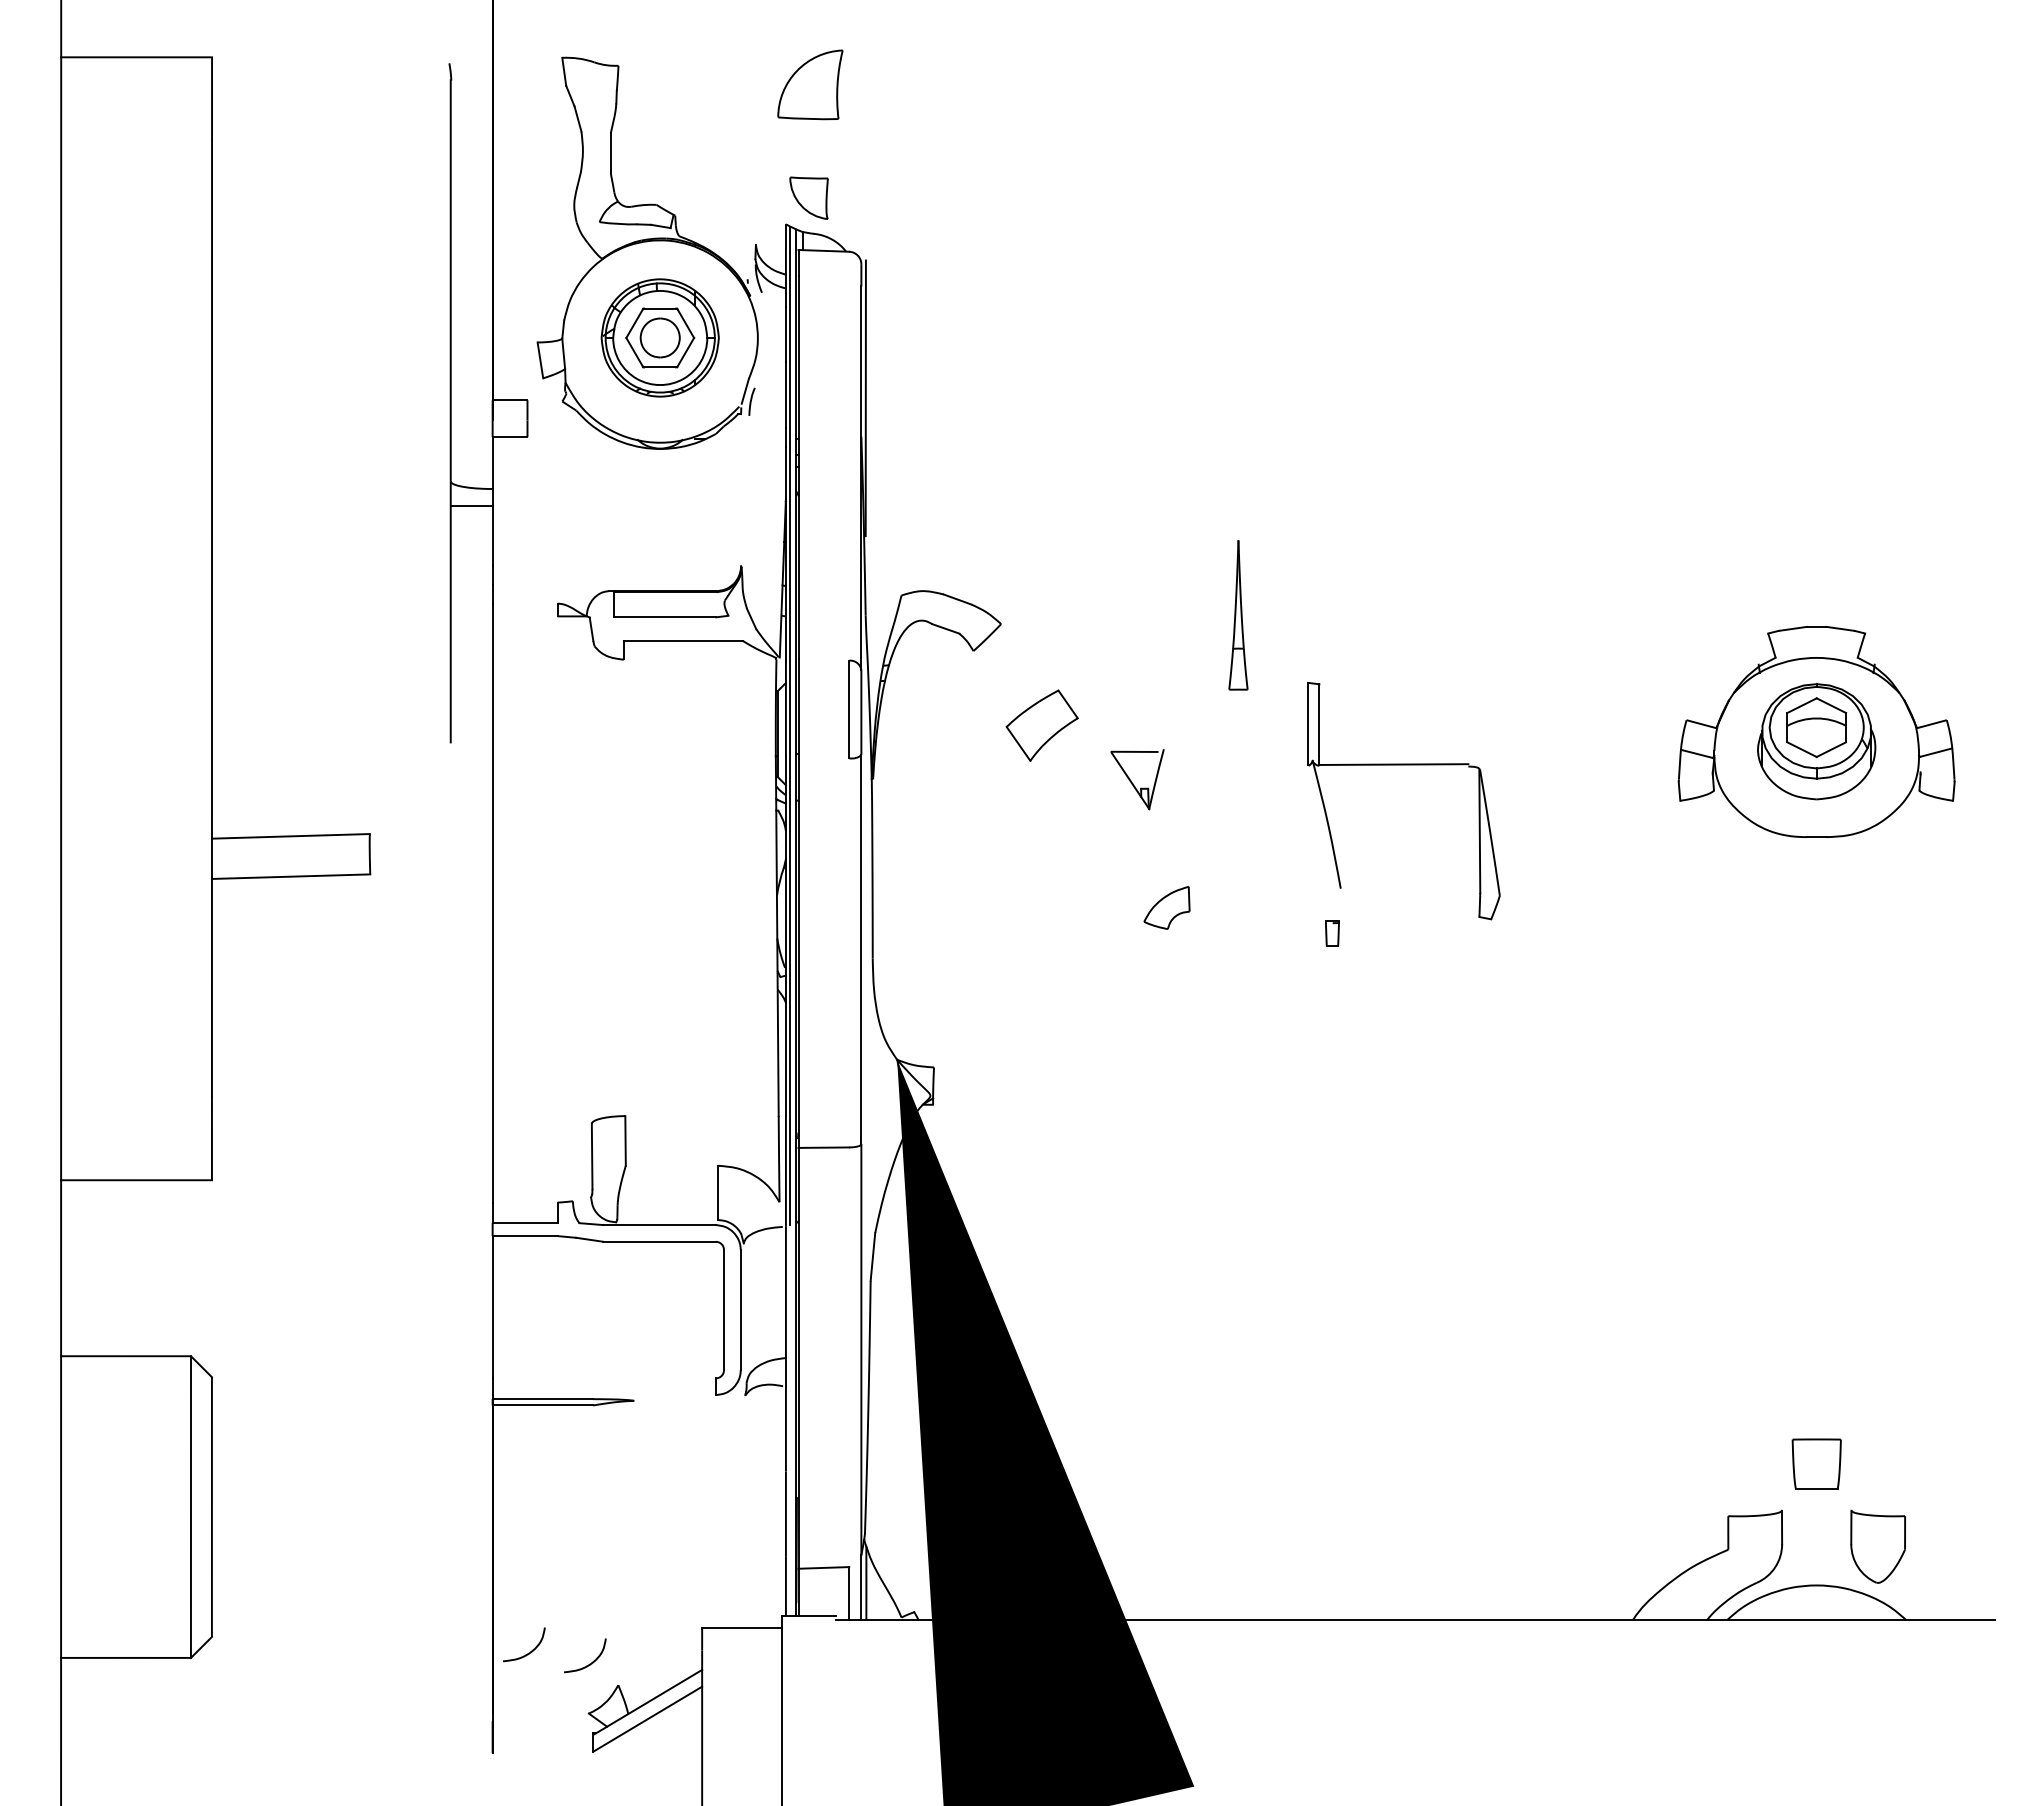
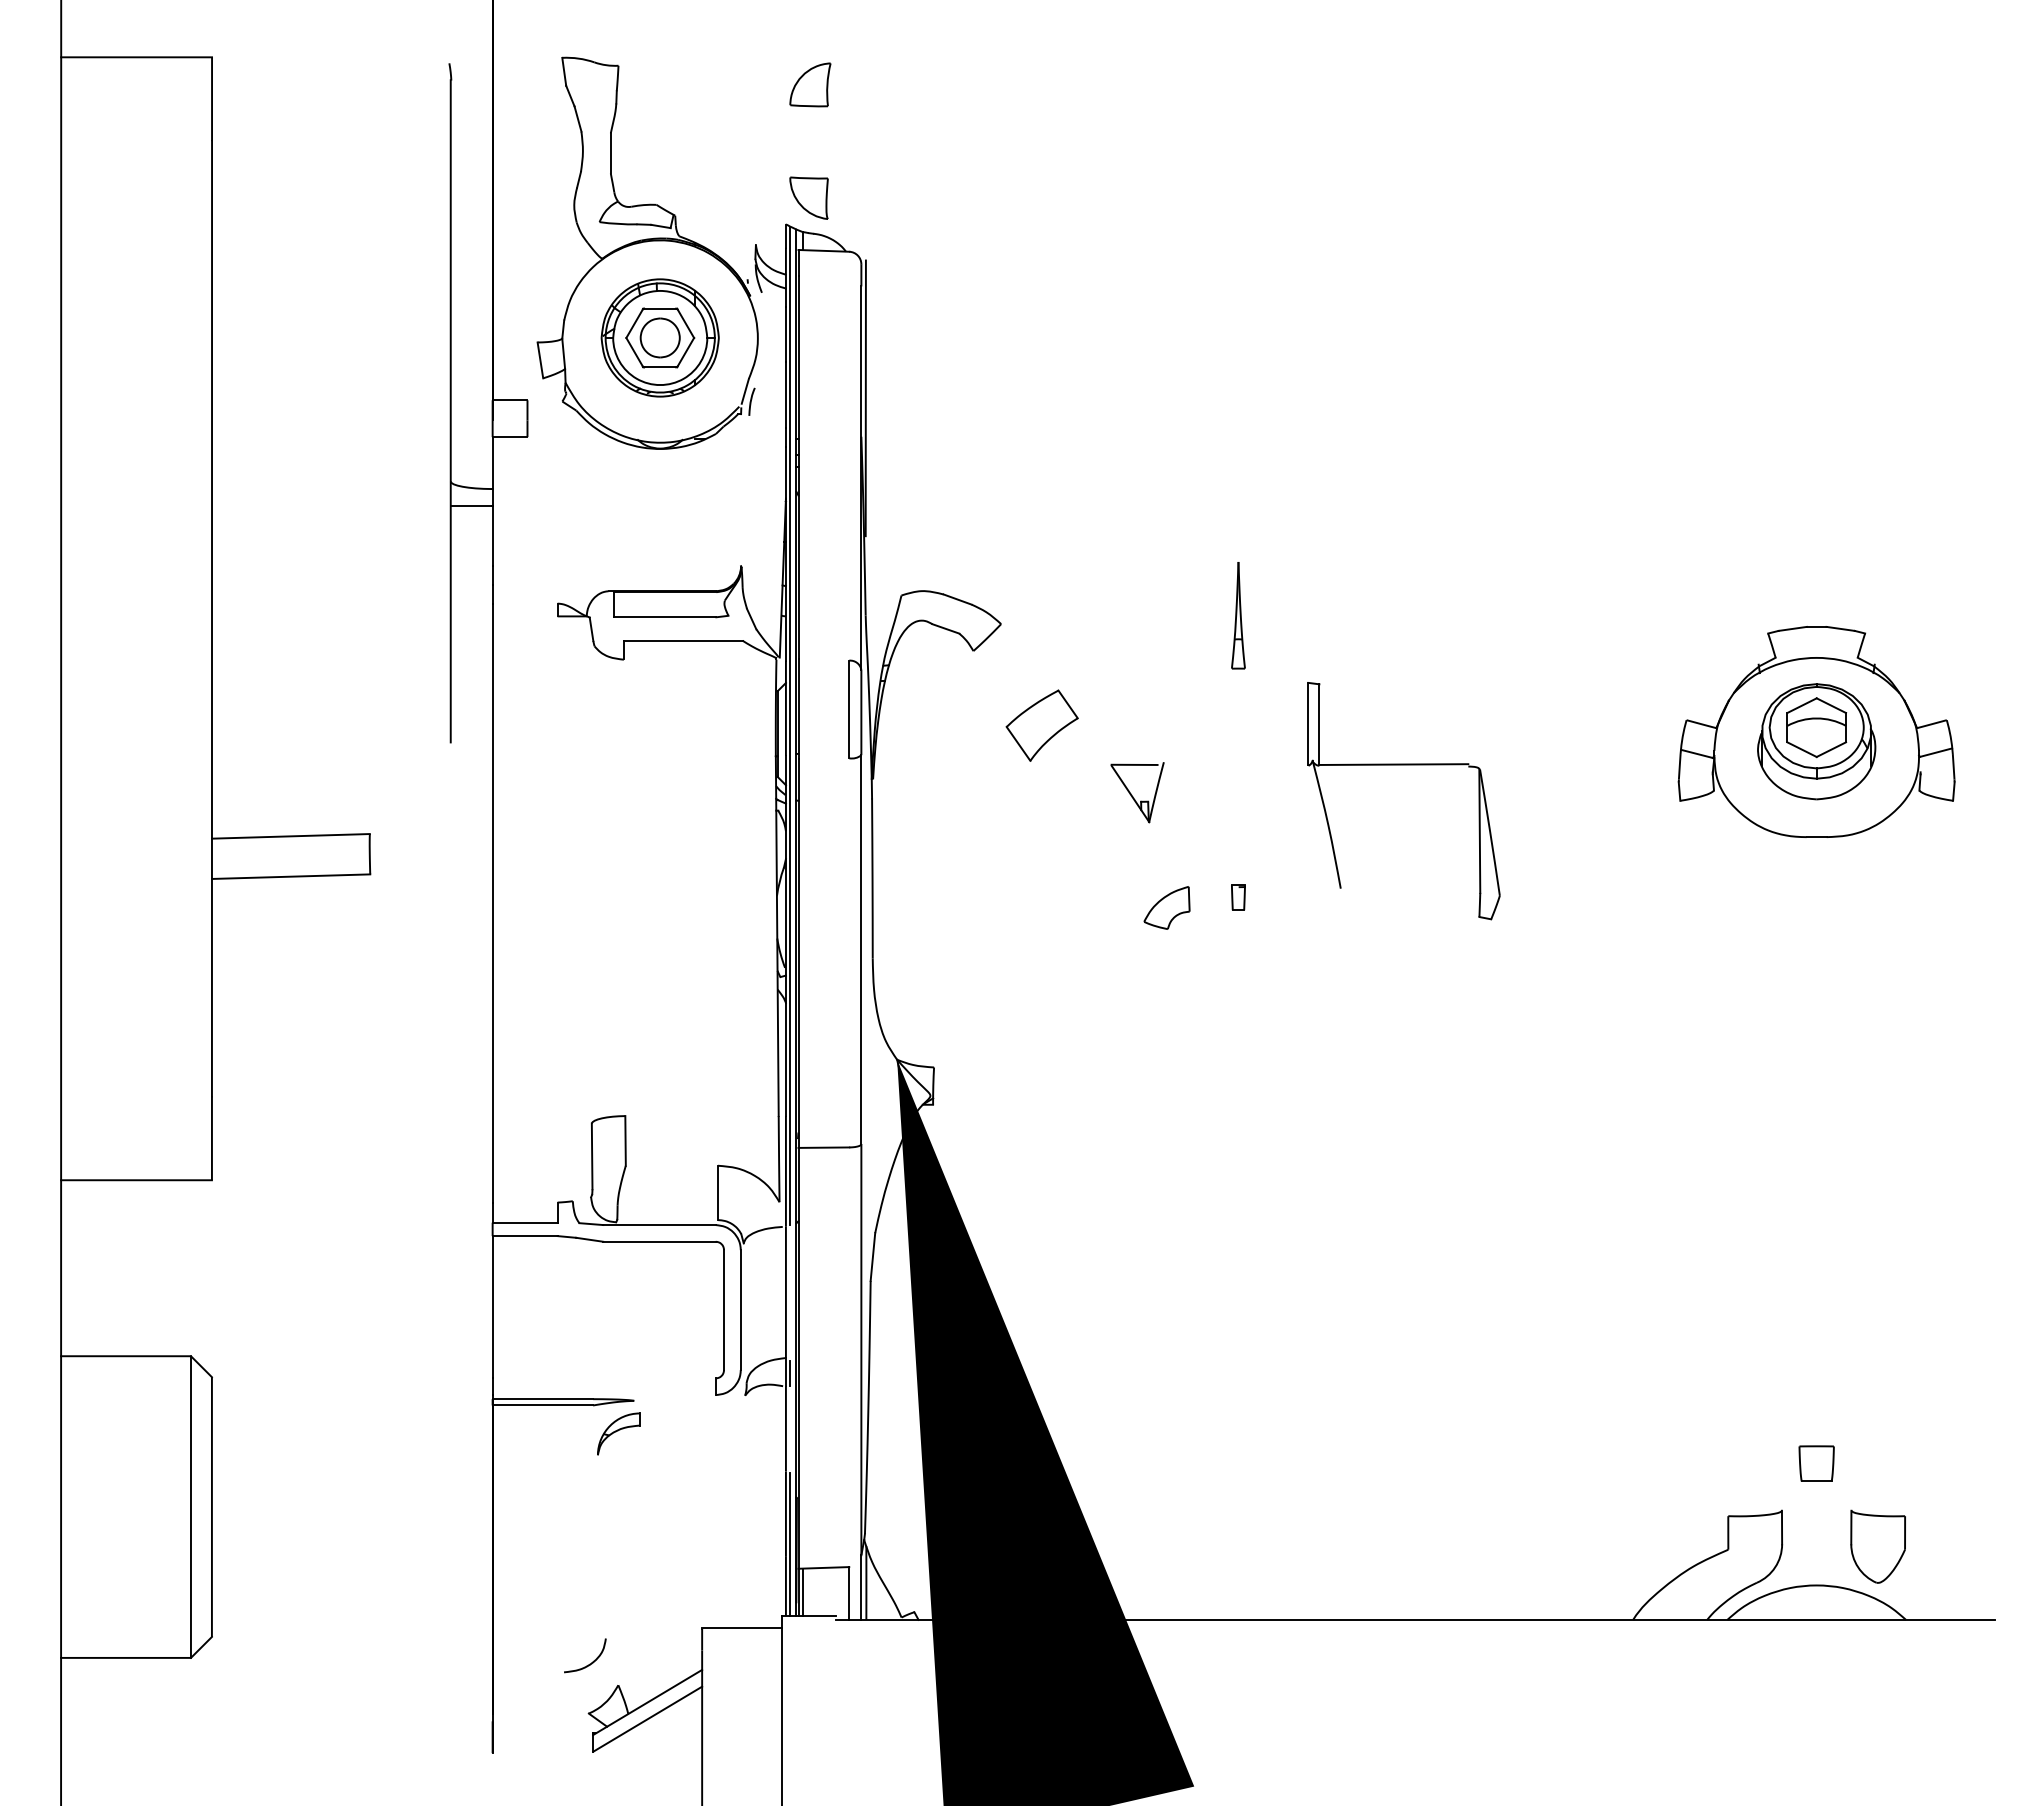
part at (810, 84) size: 67x72 px -> 43x46 px
part at (1238, 615) size: 21x151 px -> 15x108 px
part at (1137, 779) position: (1137, 779) -> (1137, 792)
part at (1332, 933) position: (1332, 933) -> (1238, 897)
line at (790, 1372): none -> present
part at (618, 1433): none -> present
part at (1816, 1463) size: 51x52 px -> 37x37 px
line at (790, 1543): none -> present
line at (802, 1591): none -> present
curve at (528, 1652): present -> none
